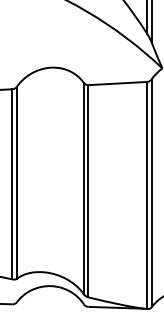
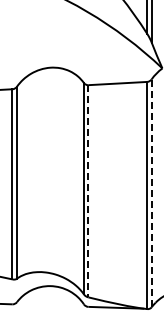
line at (88, 191): solid -> dashed
line at (151, 193): solid -> dashed
